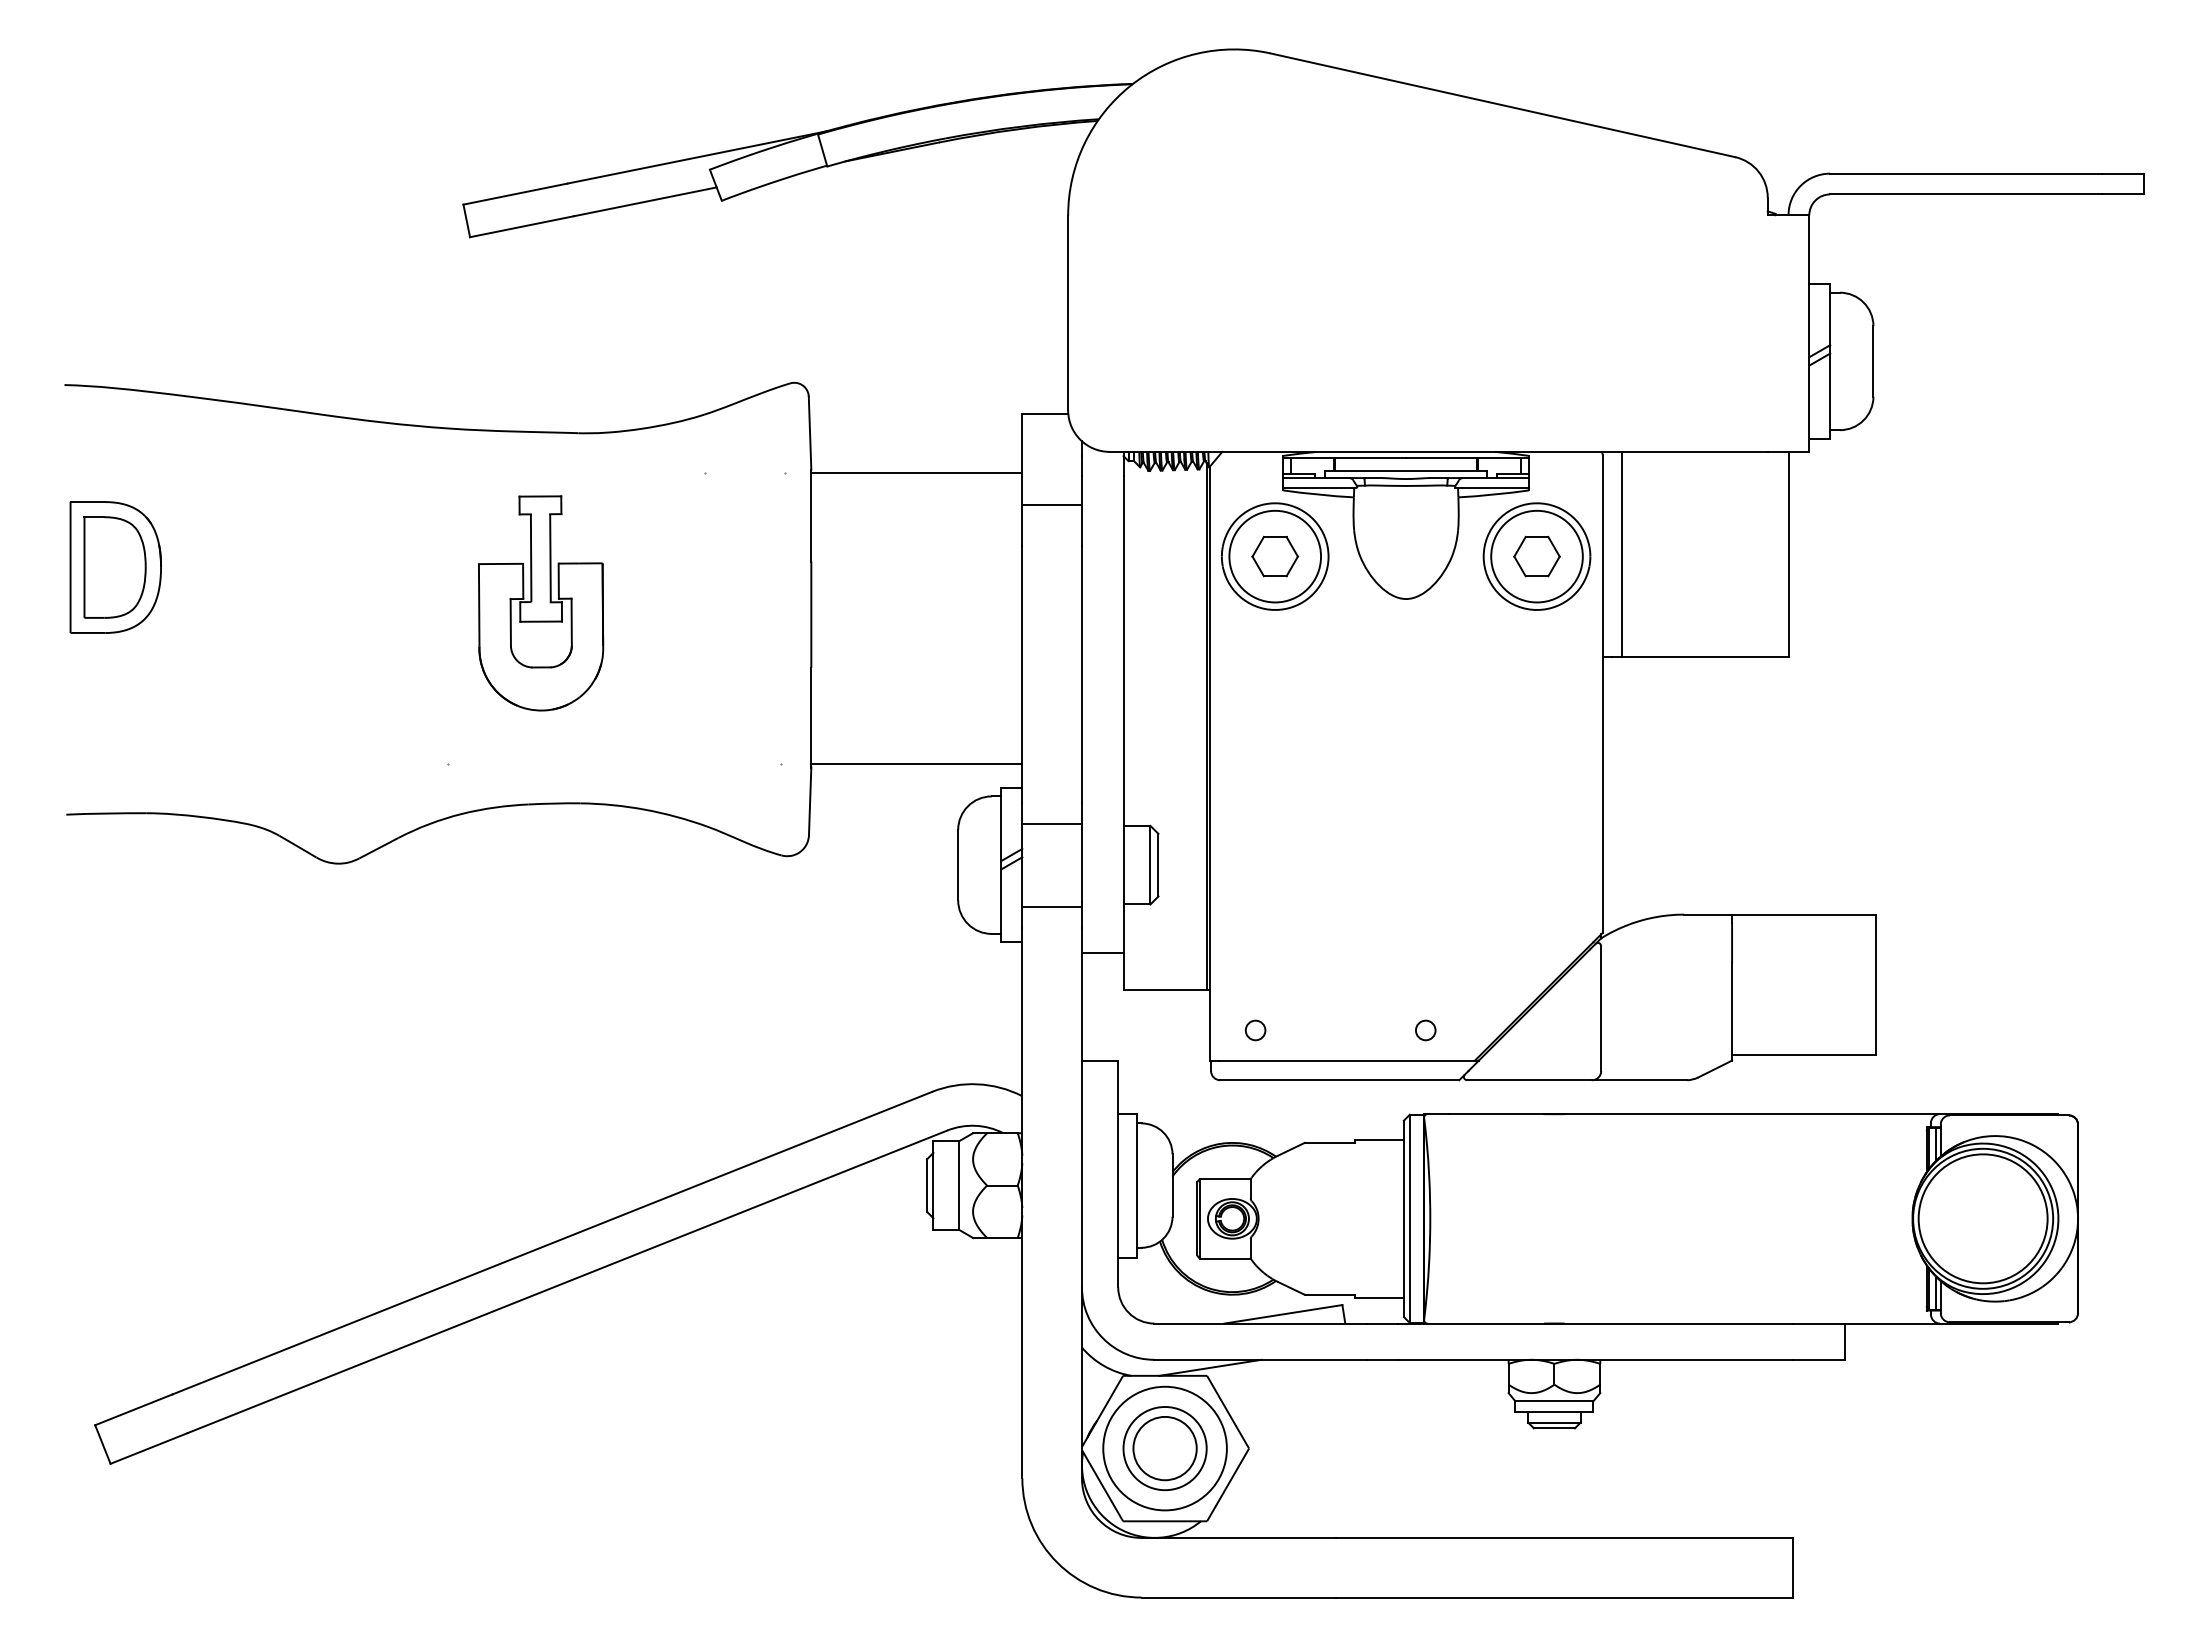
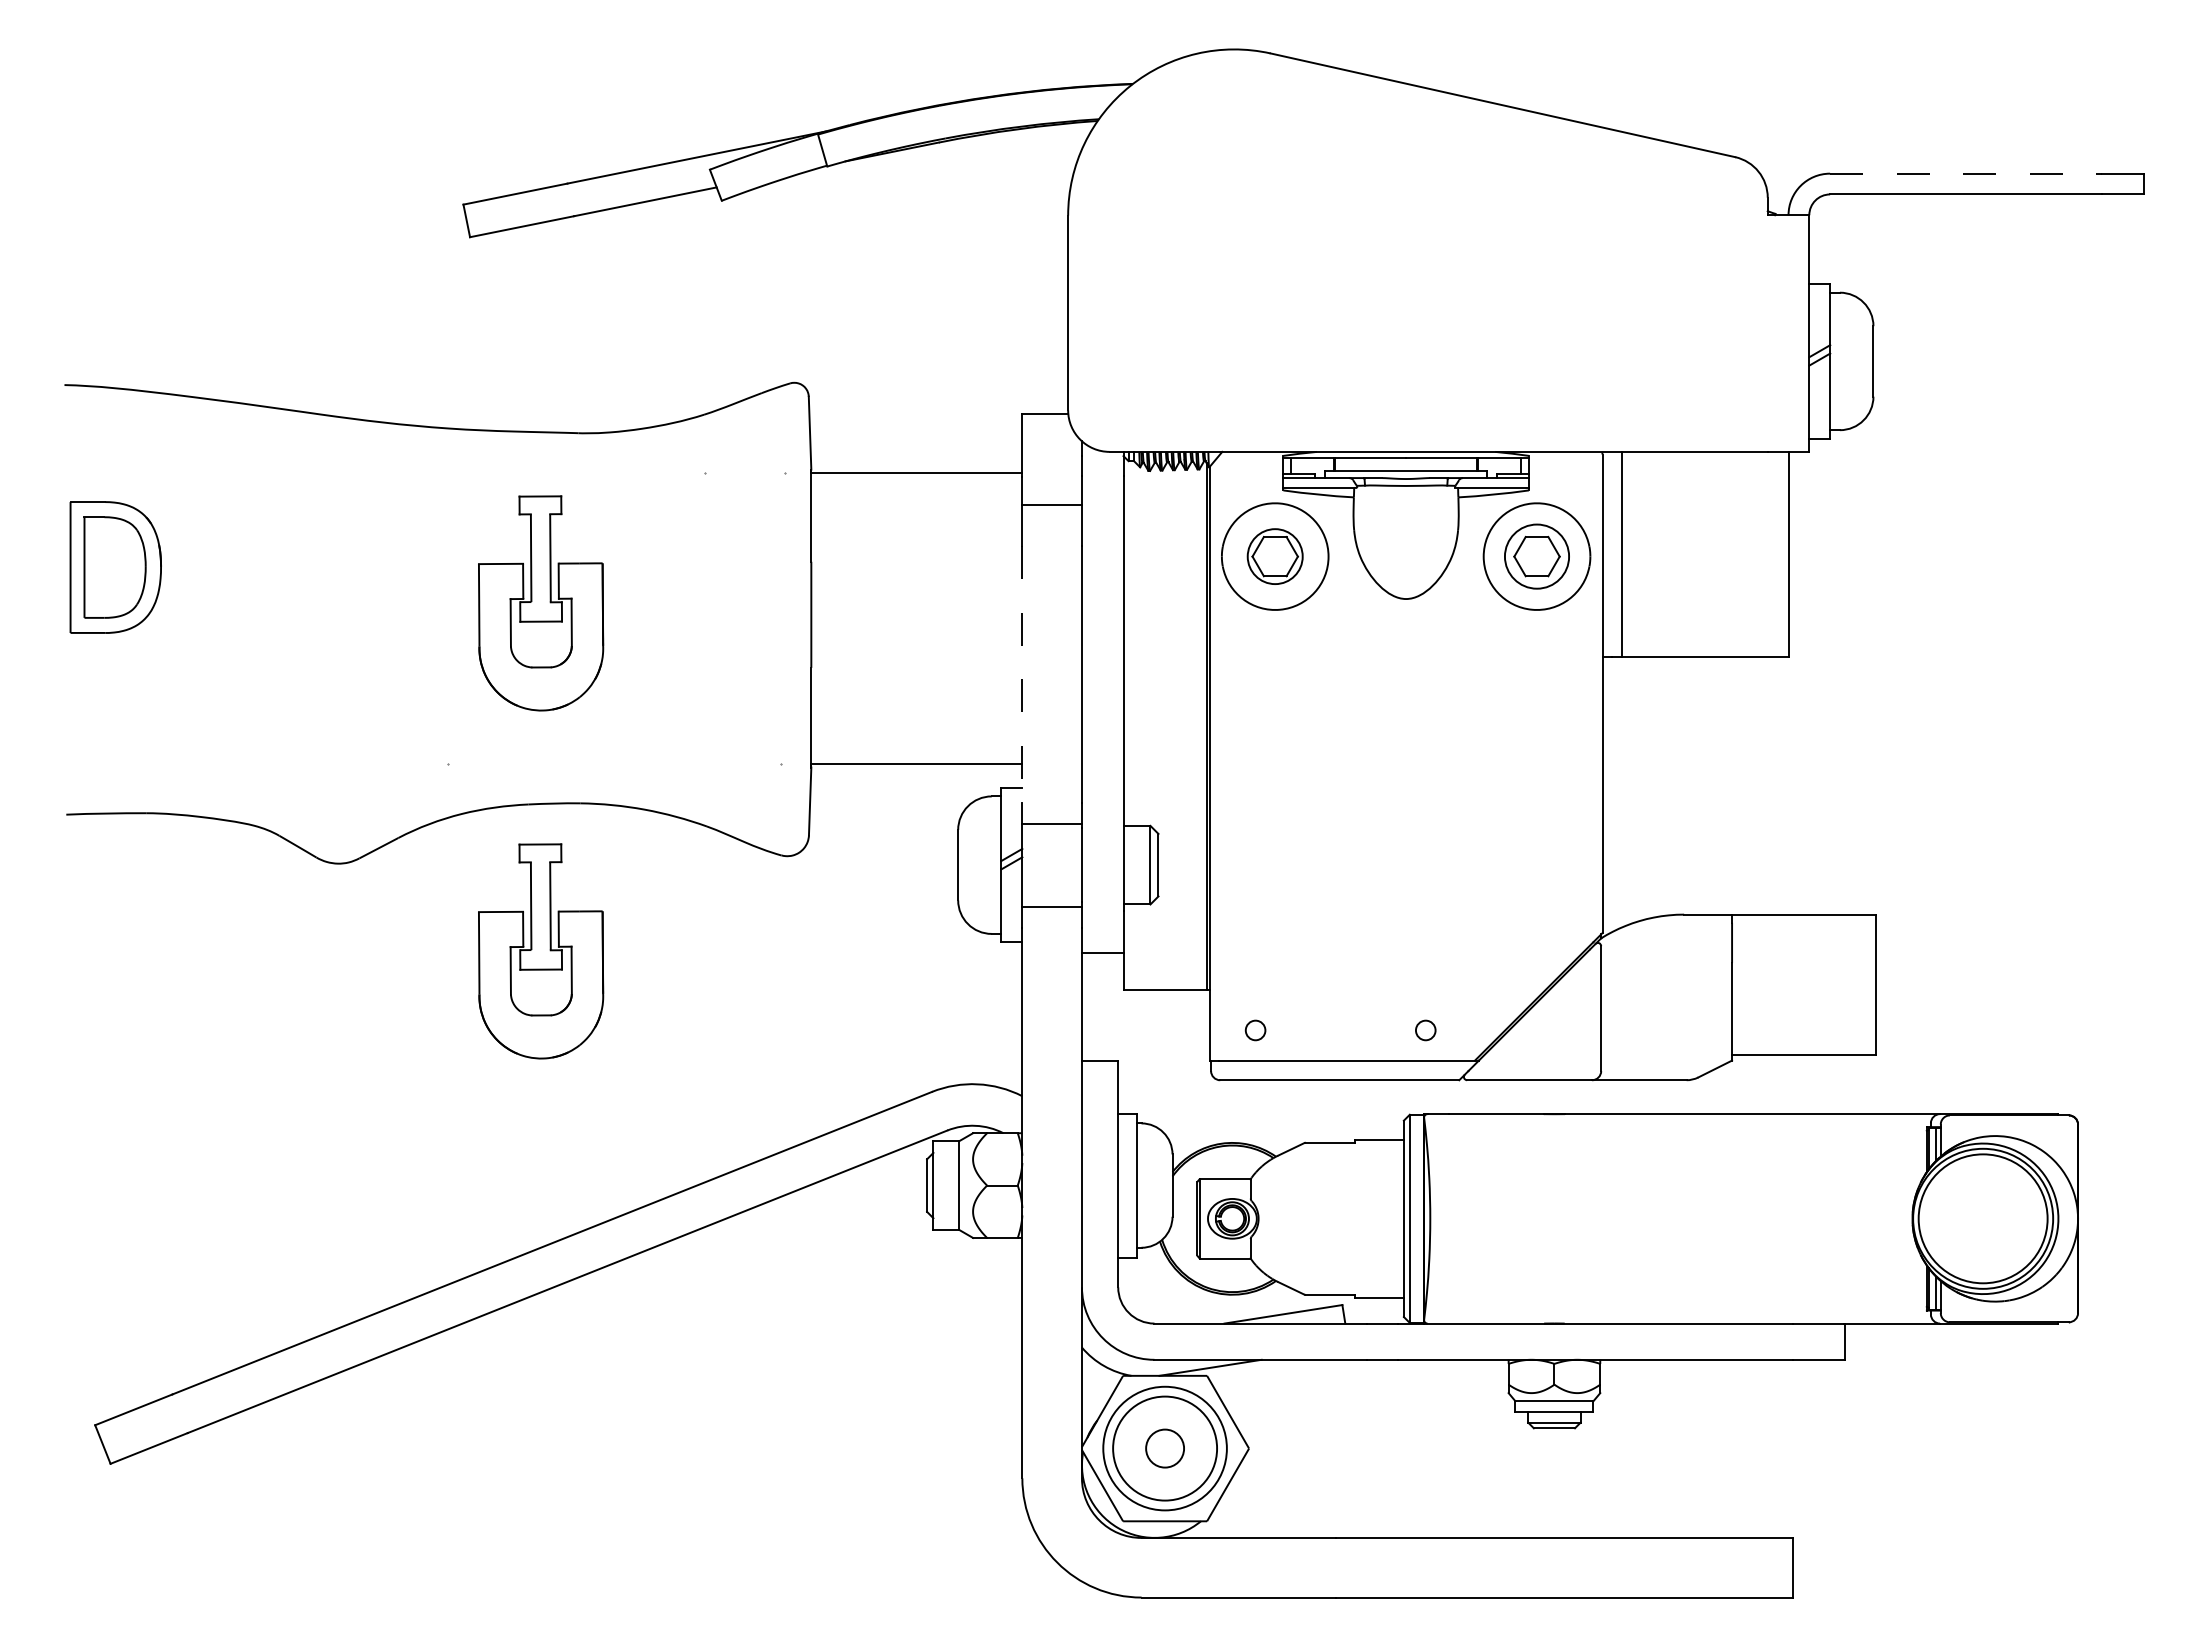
line at (1966, 173): solid -> dashed
circle at (1275, 556) diameter: 92 px -> 55 px
circle at (1536, 556) diameter: 92 px -> 64 px
line at (1022, 675): solid -> dashed
part at (541, 951): none -> present
circle at (1164, 1448) diameter: 63 px -> 38 px
circle at (1164, 1448) diameter: 83 px -> 104 px
